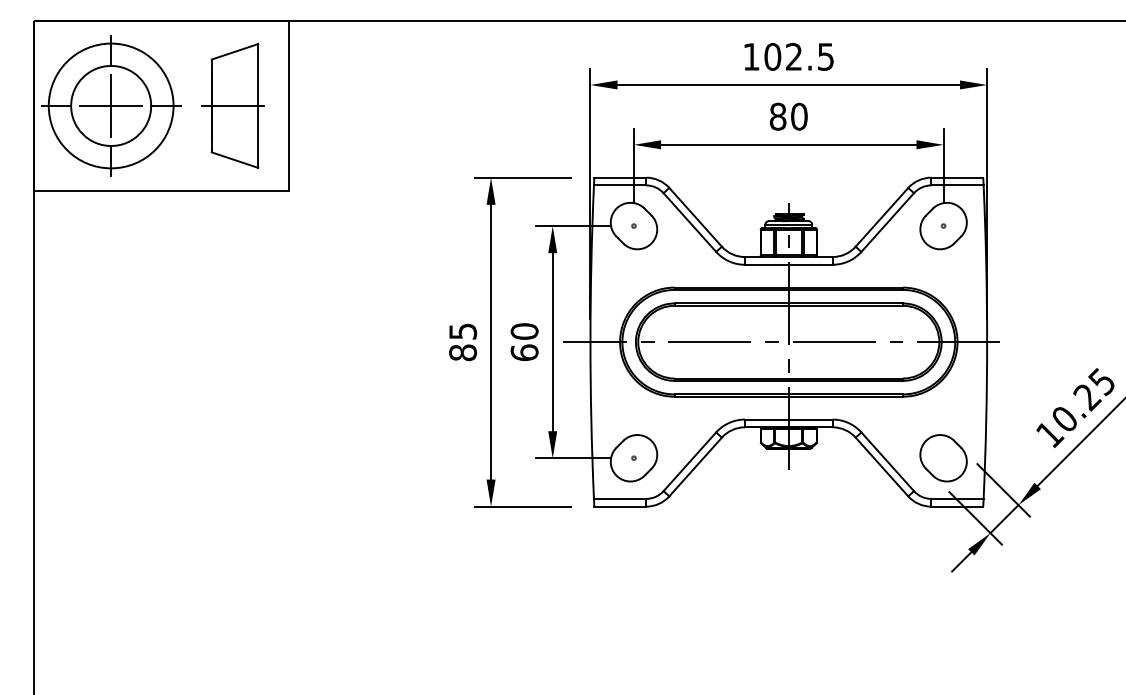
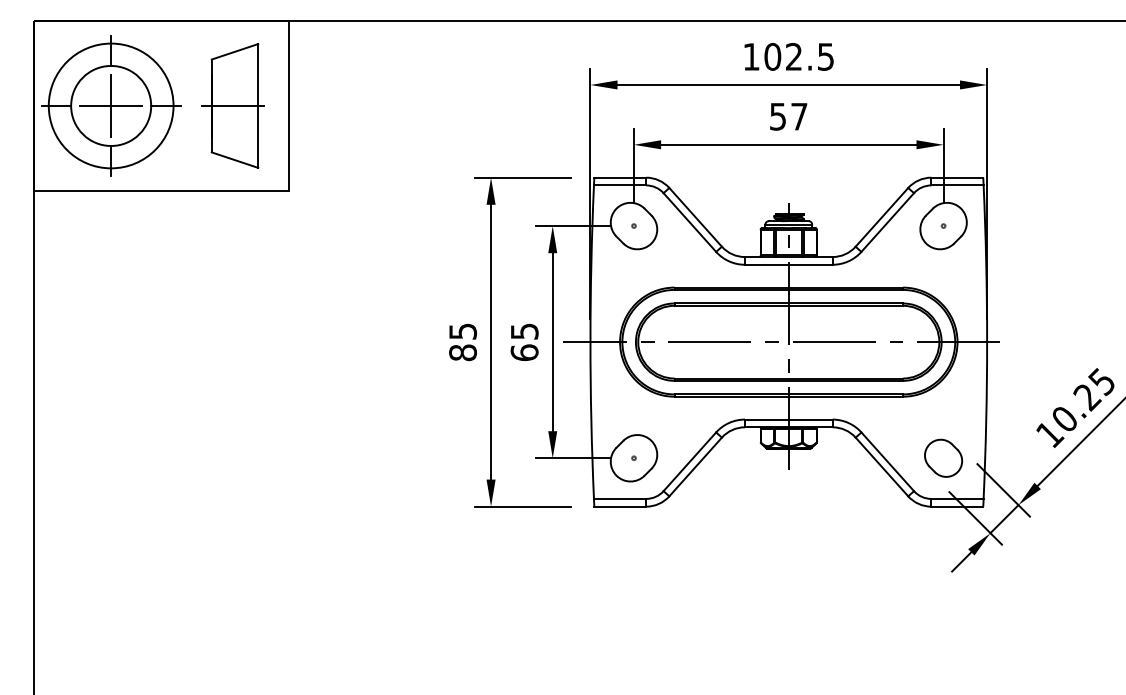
text at (788, 116): 80 -> 57
text at (524, 331): 60 -> 65
part at (943, 458) size: 49x49 px -> 39x40 px
